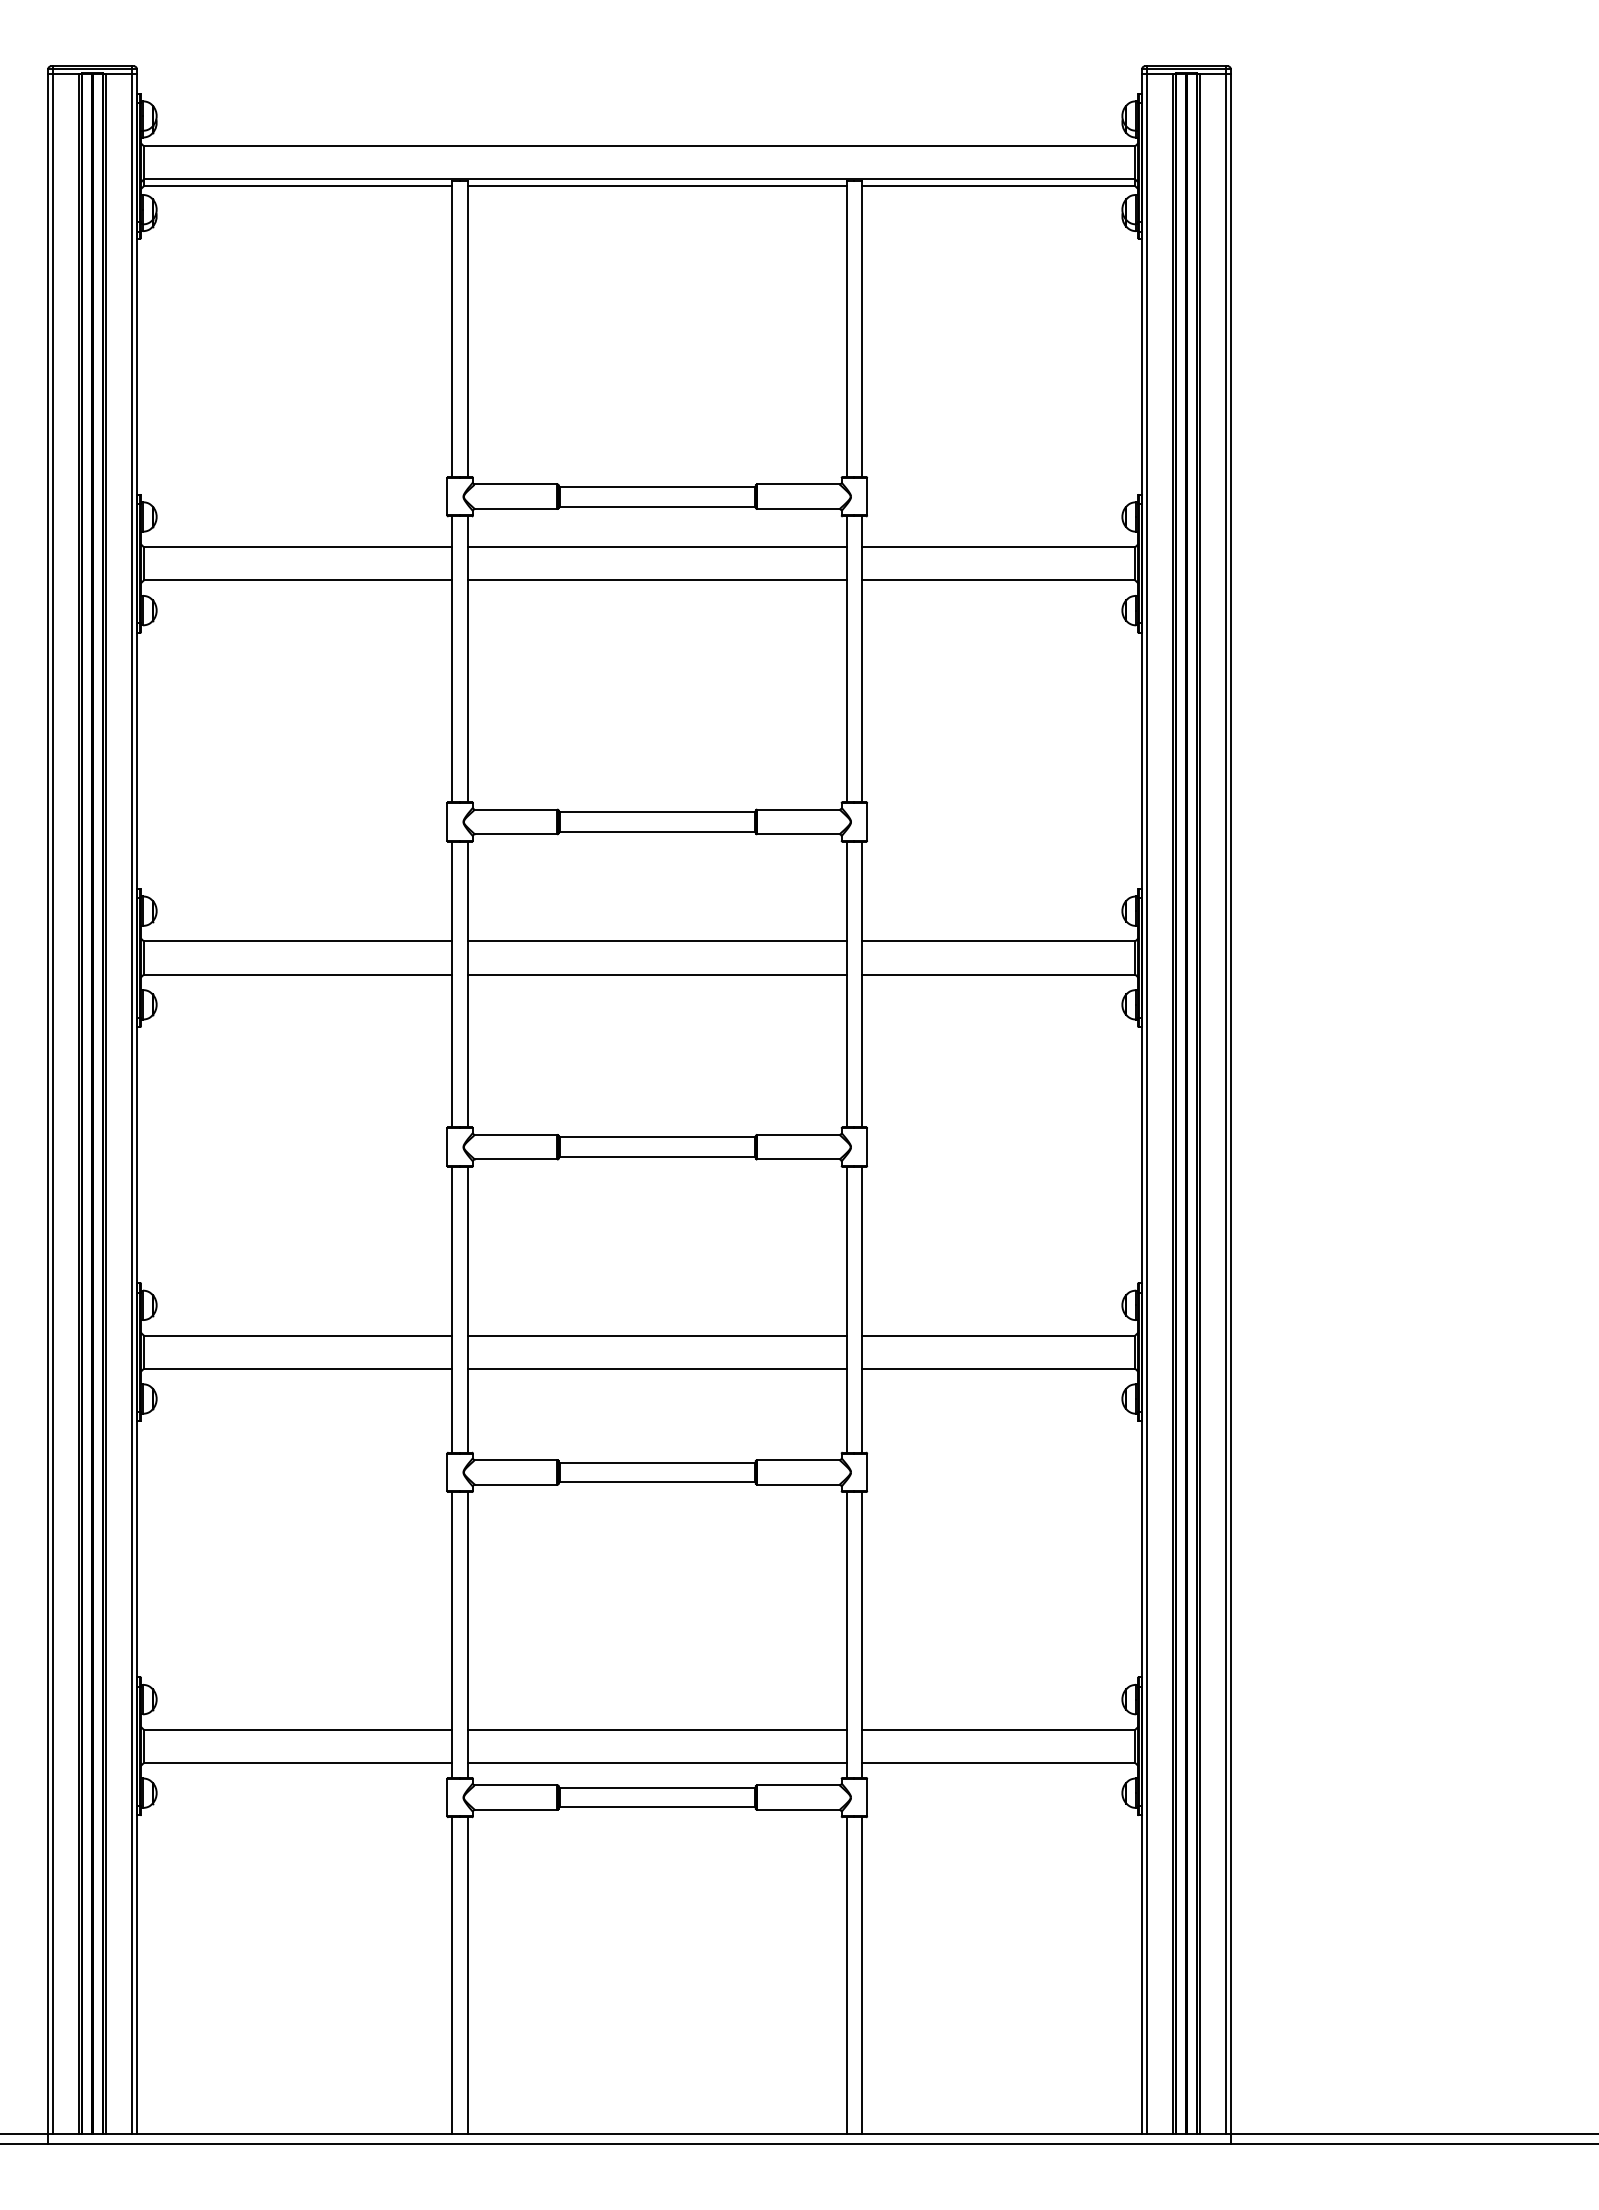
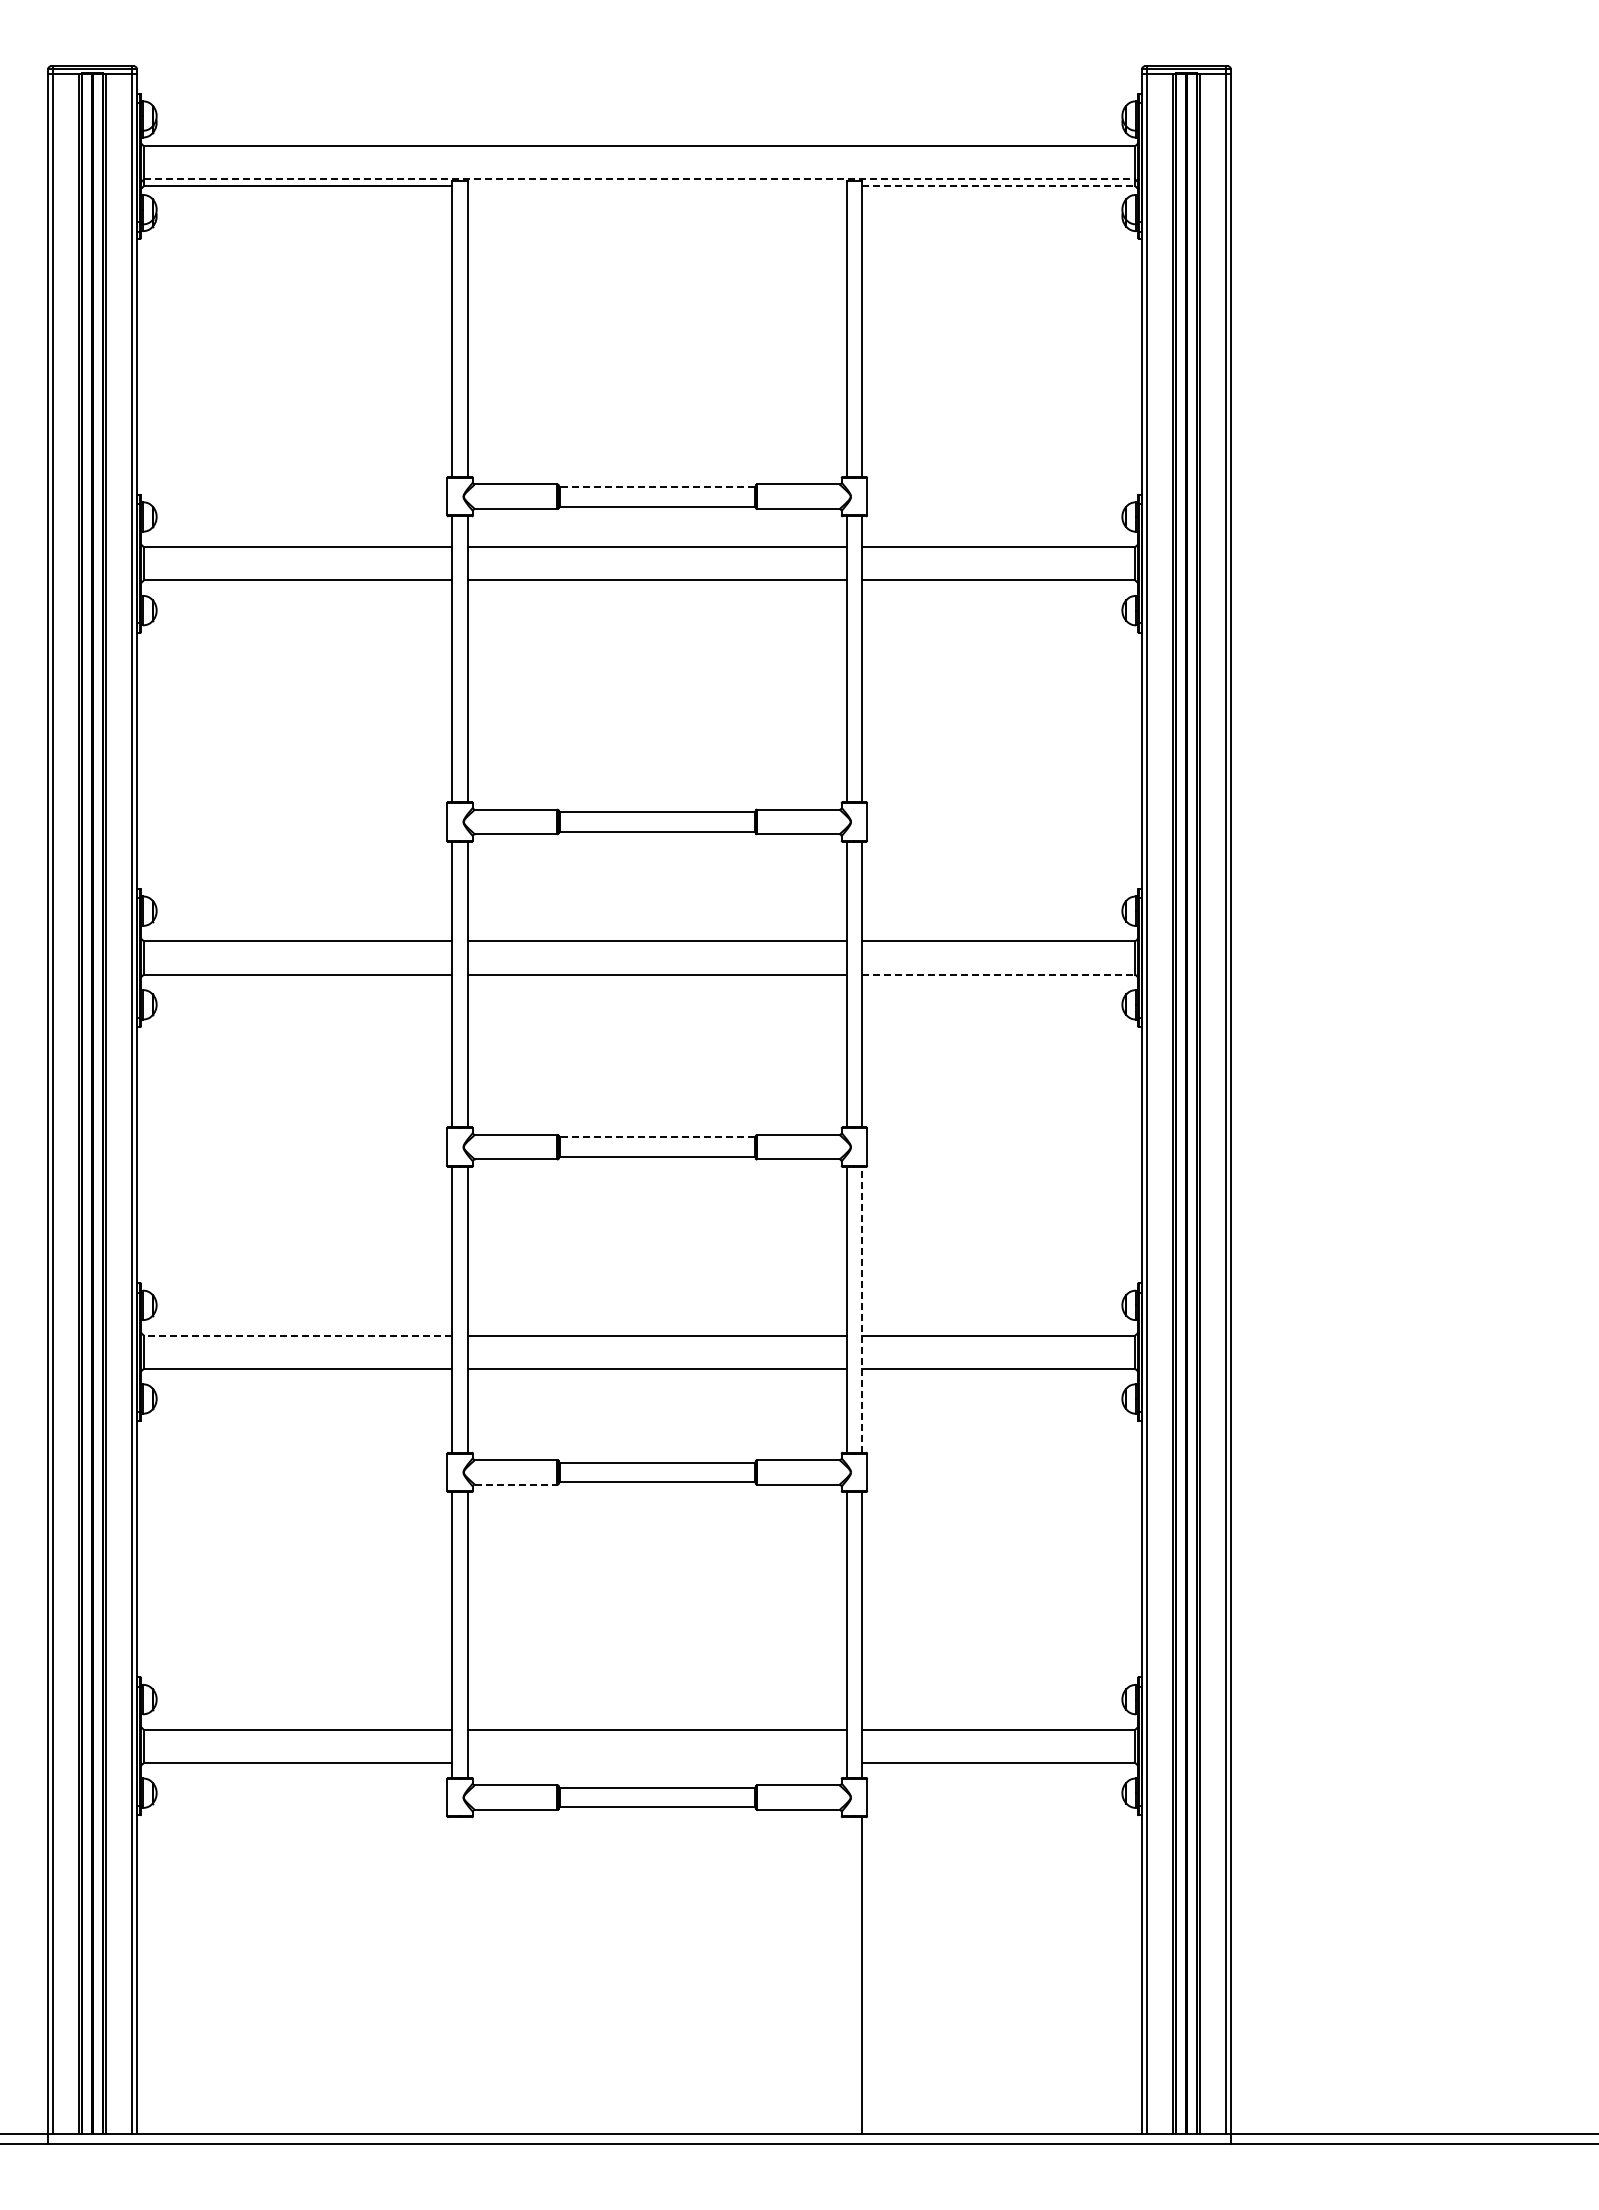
line at (639, 179): solid -> dashed
line at (657, 186): present -> none
line at (999, 186): solid -> dashed
line at (657, 486): solid -> dashed
line at (999, 974): solid -> dashed
line at (657, 1137): solid -> dashed
line at (862, 1309): solid -> dashed
line at (297, 1335): solid -> dashed
line at (516, 1484): solid -> dashed
line at (657, 1763): present -> none
line at (452, 1975): present -> none
line at (468, 1975): present -> none
line at (846, 1975): present -> none
